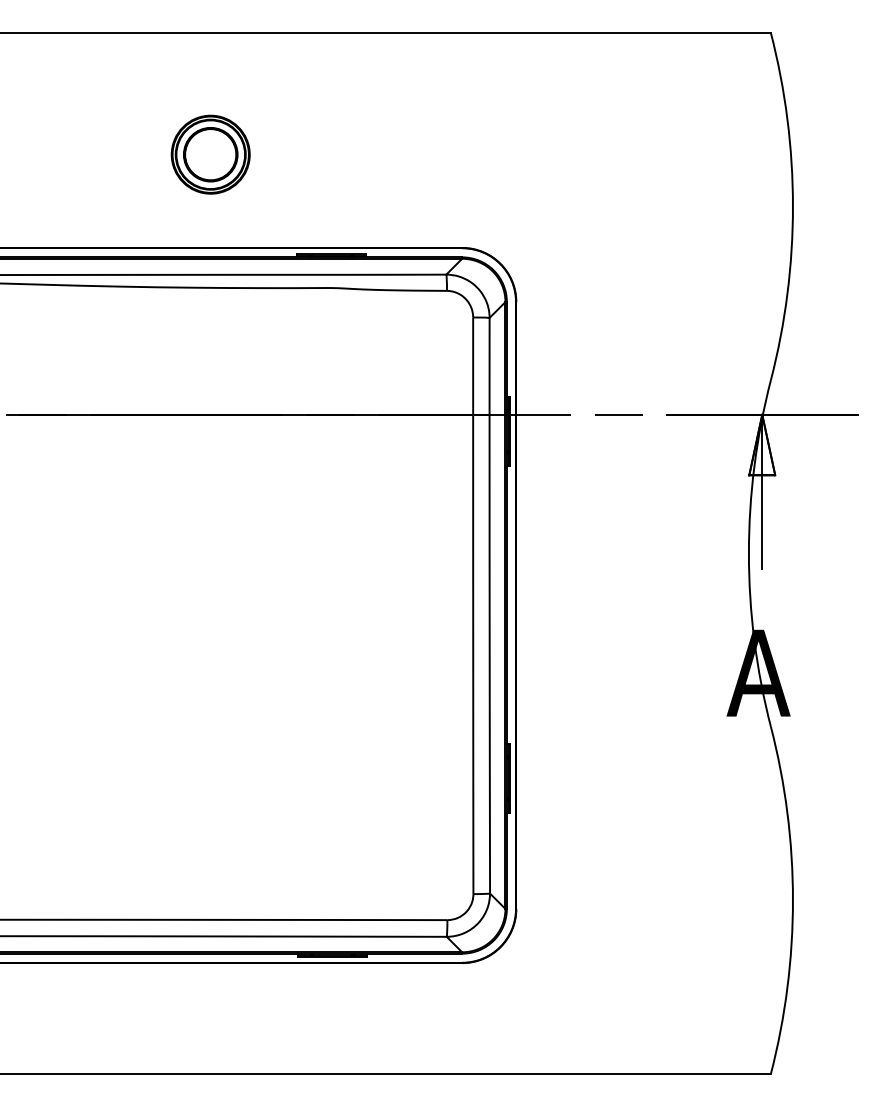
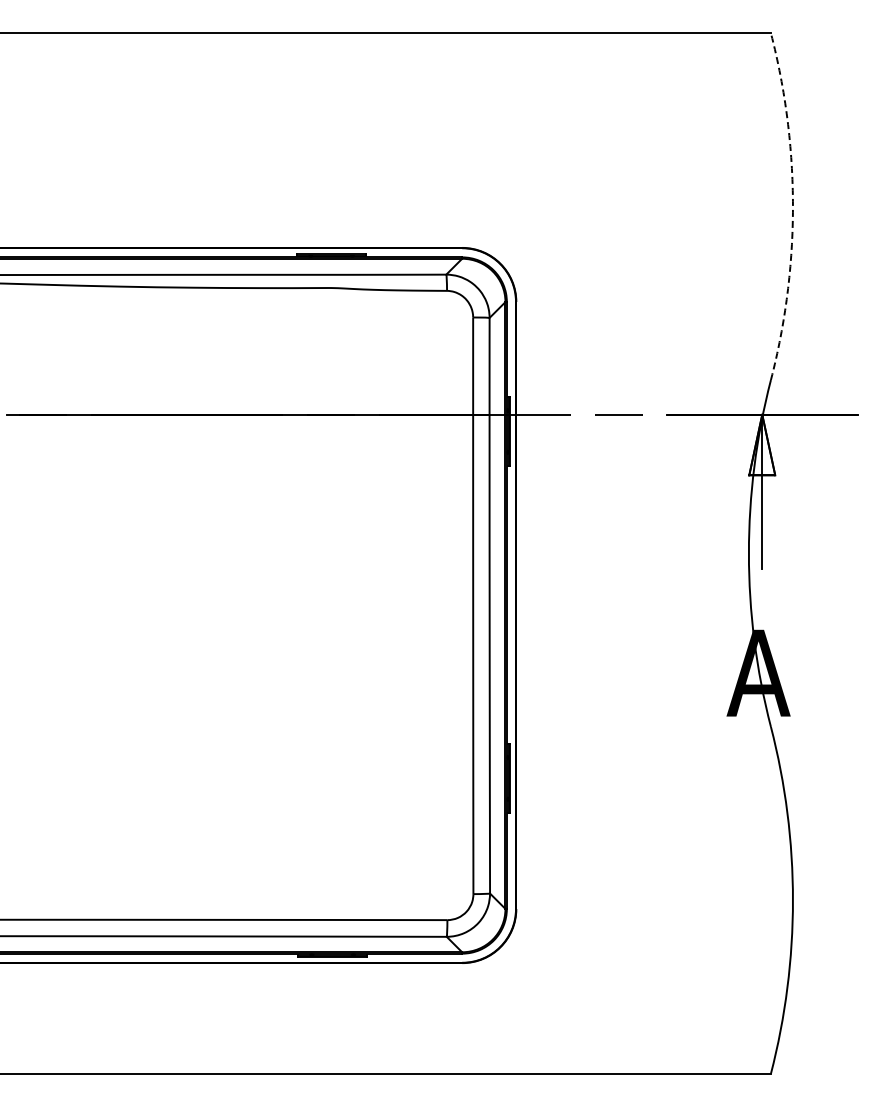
part at (210, 154): present -> none
arc at (792, 206): solid -> dashed
